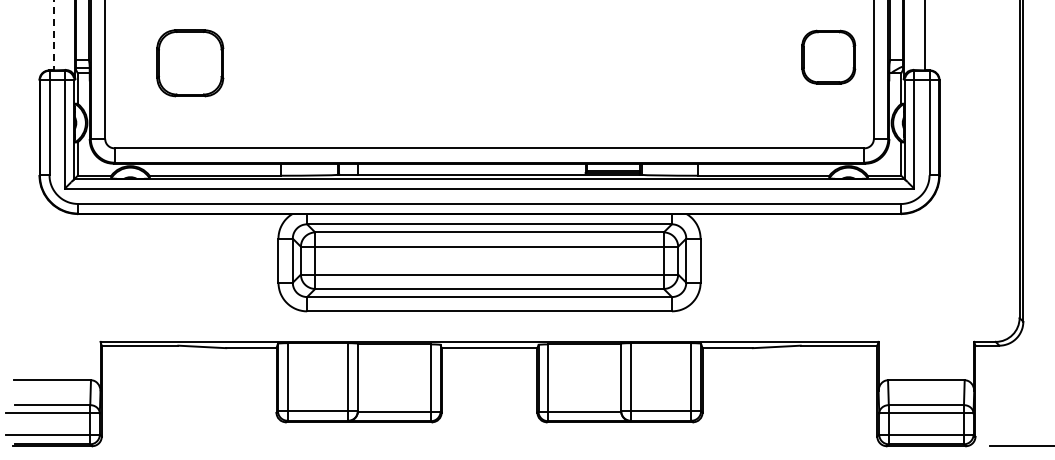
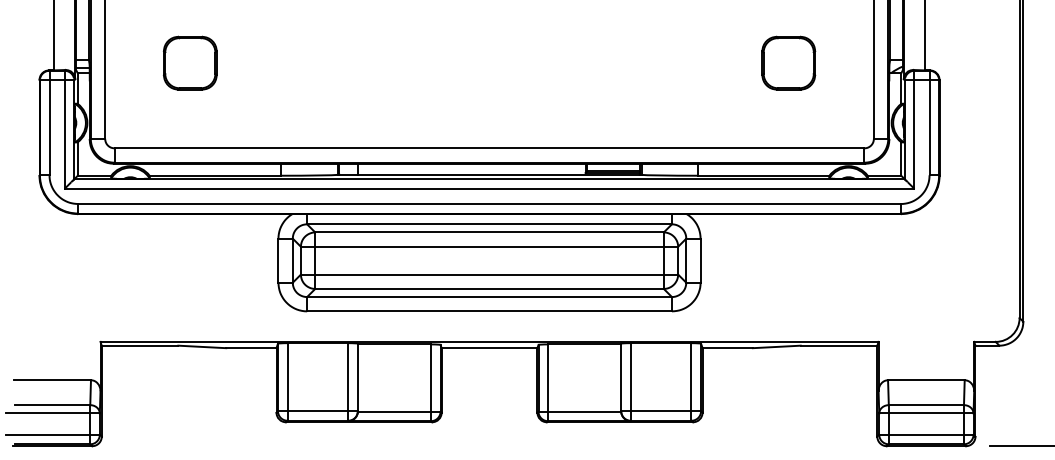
line at (53, 35): dashed -> solid
part at (828, 56) position: (828, 56) -> (788, 62)
part at (190, 63) size: 69x69 px -> 55x56 px
